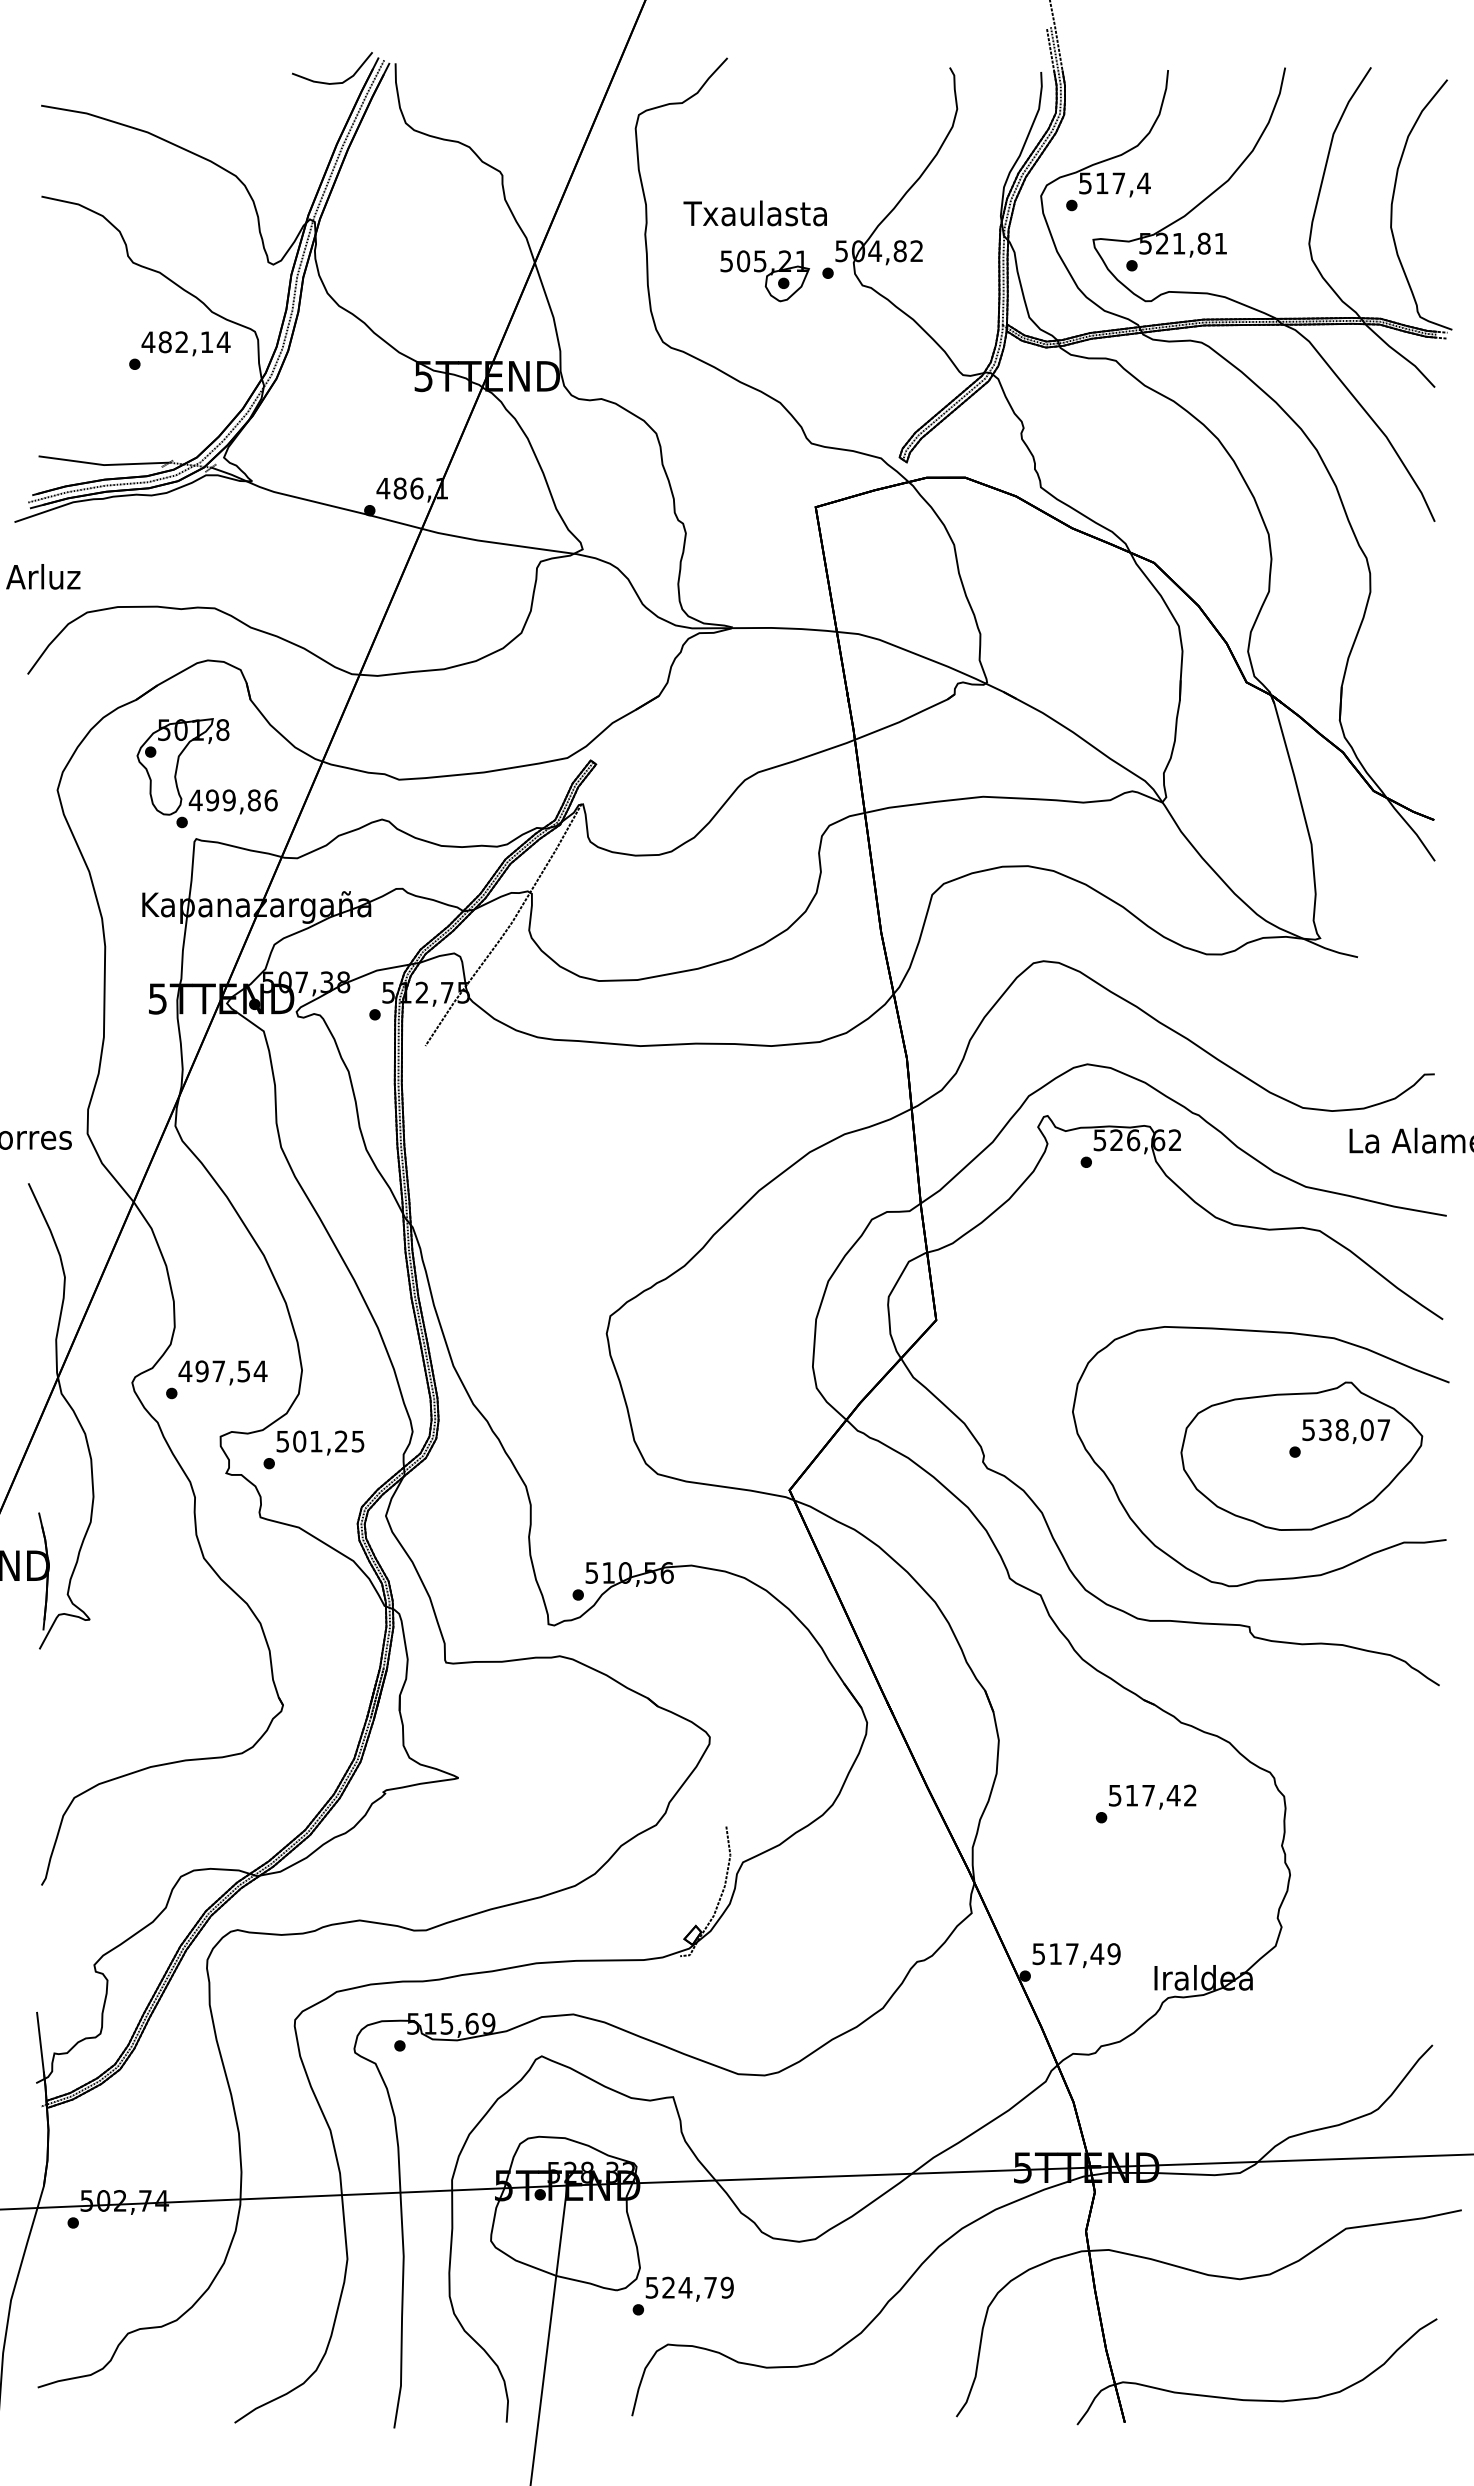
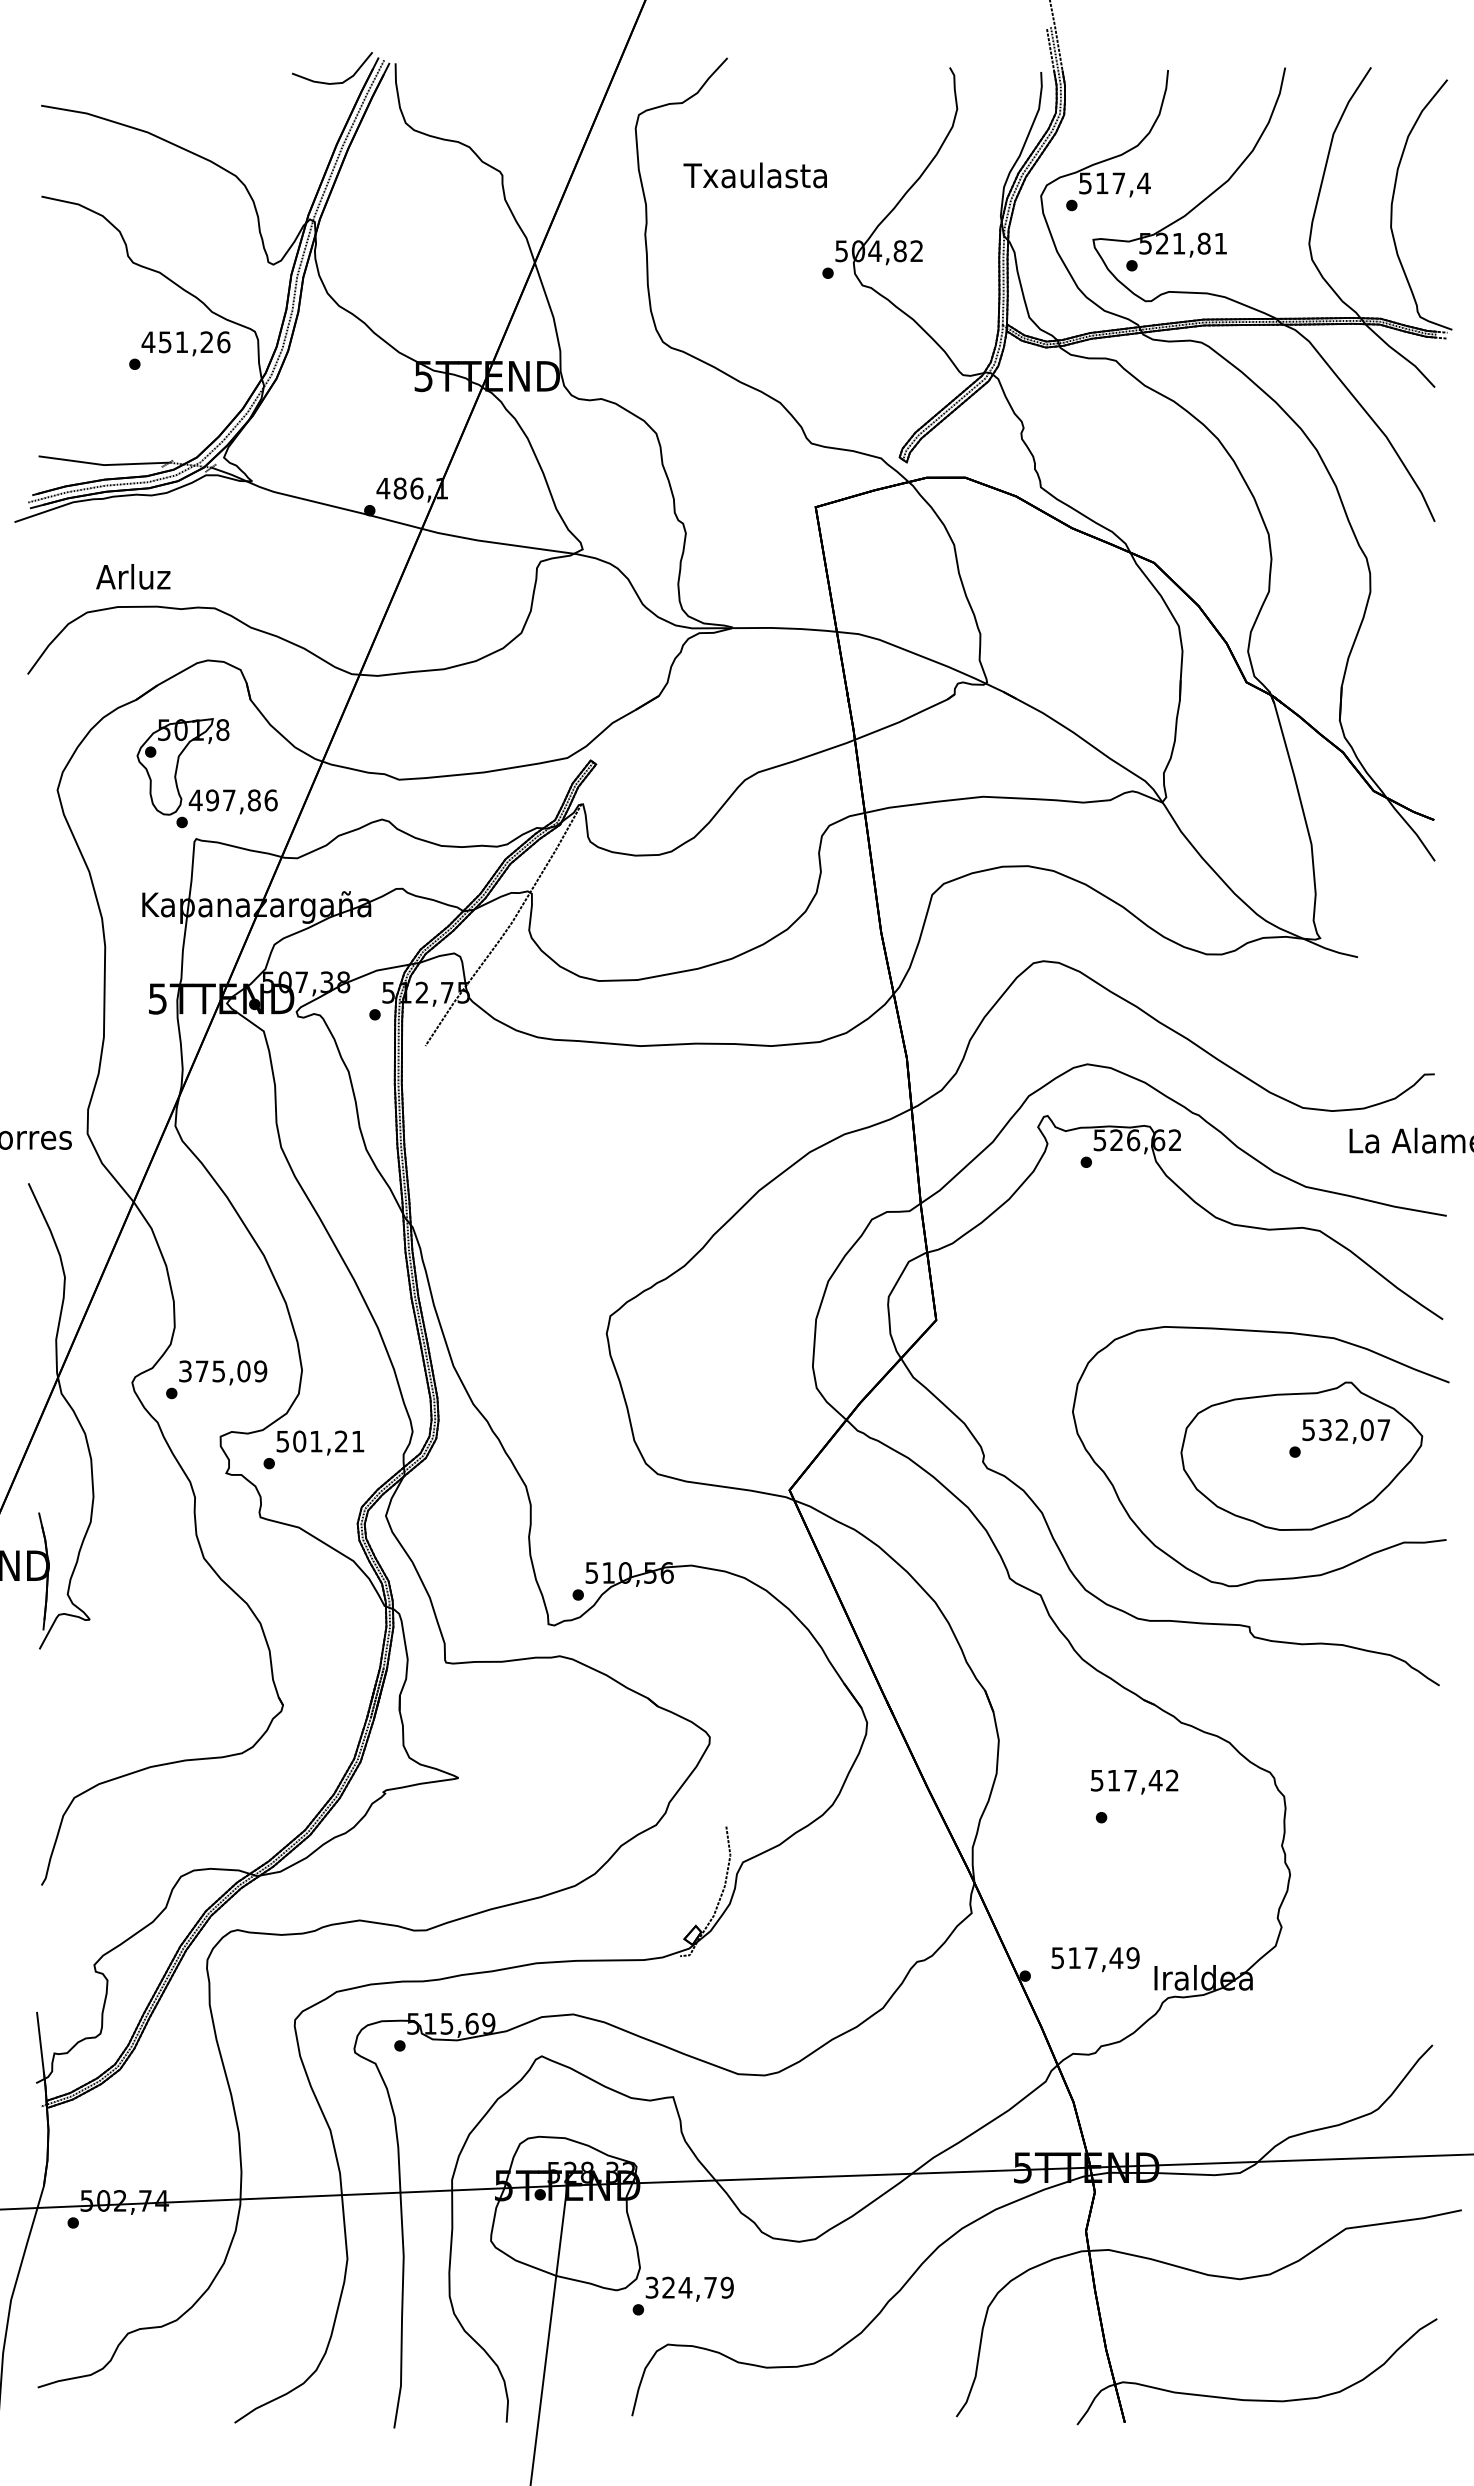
text at (754, 213) position: (754, 213) -> (754, 175)
part at (765, 276): present -> none
text at (194, 342): 482,14 -> 451,26
text at (43, 576) position: (43, 576) -> (133, 576)
text at (228, 800): 499,86 -> 497,86
text at (222, 1371): 497,54 -> 375,09
text at (1341, 1430): 538,07 -> 532,07
text at (357, 1441): 501,25 -> 501,21
text at (1152, 1796) position: (1152, 1796) -> (1134, 1781)
text at (1076, 1955) position: (1076, 1955) -> (1095, 1959)
text at (652, 2286): 524,79 -> 324,79
